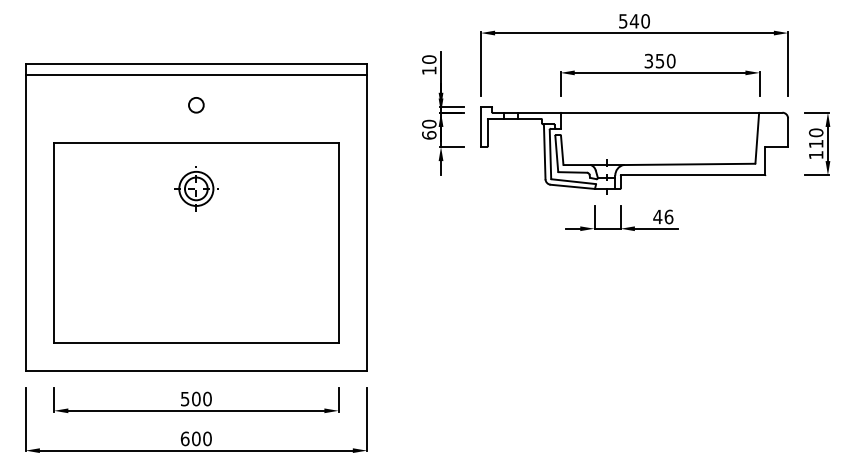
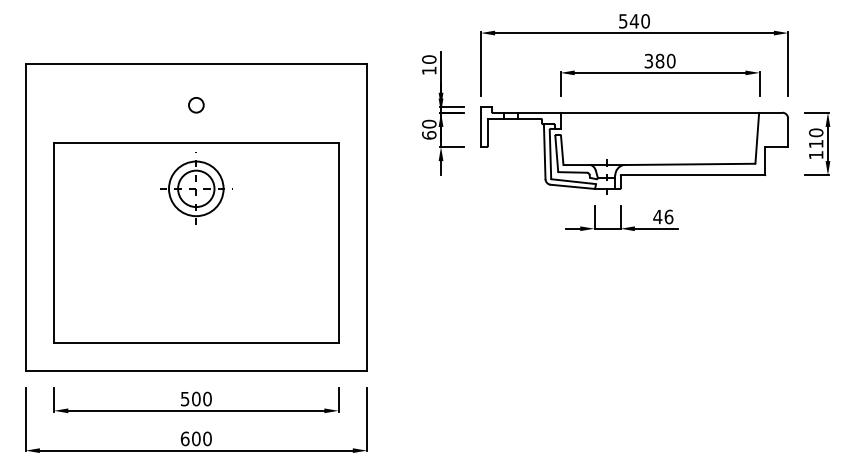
text at (659, 60): 350 -> 380
line at (196, 75): present -> none
part at (196, 188) size: 45x46 px -> 73x73 px
